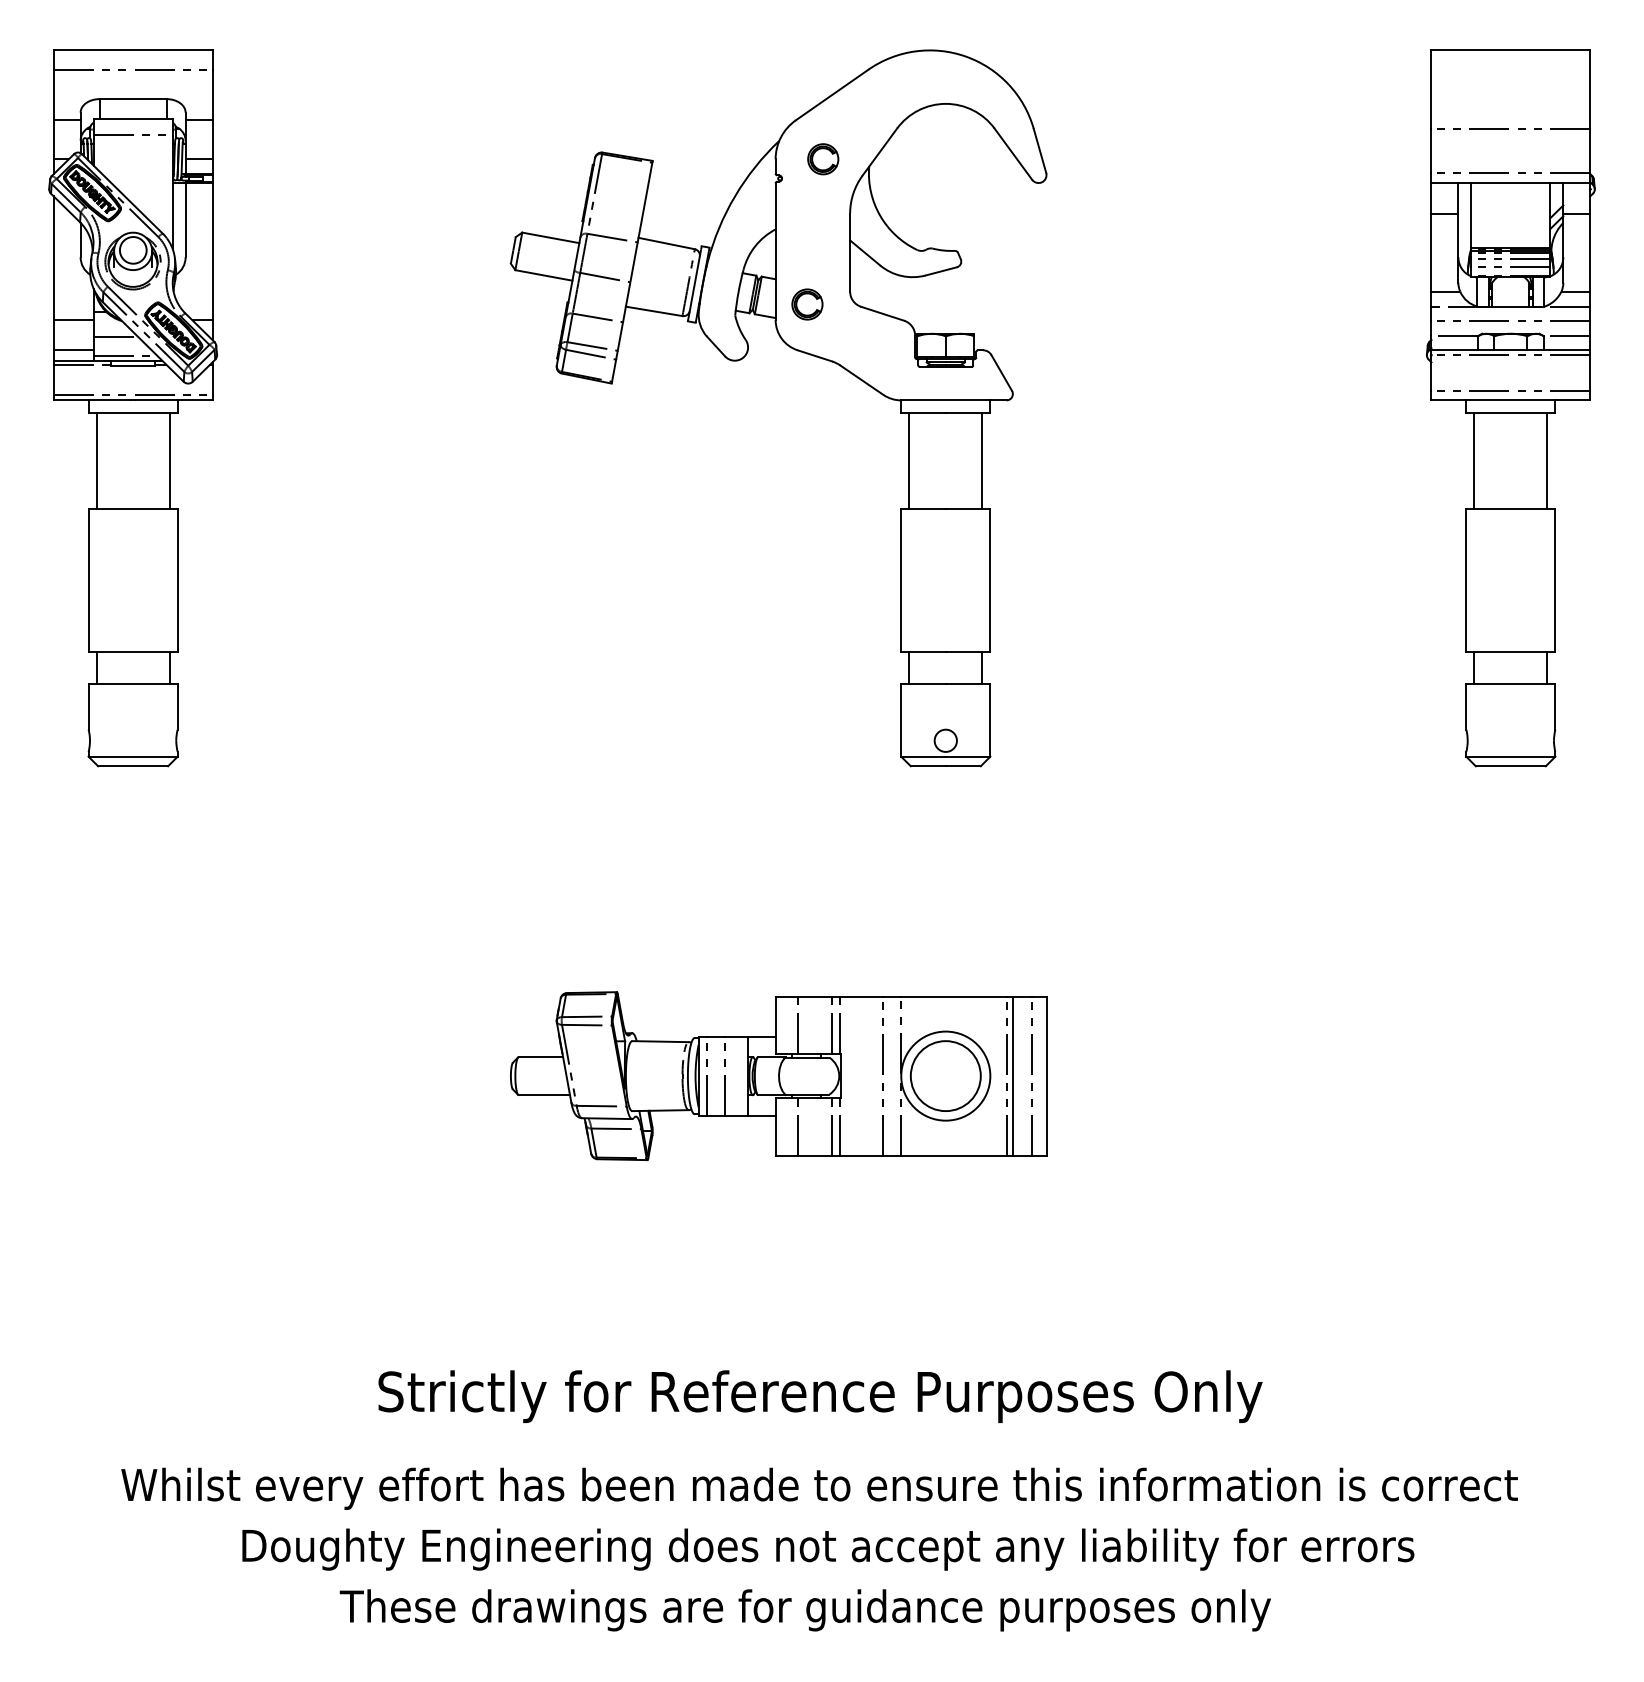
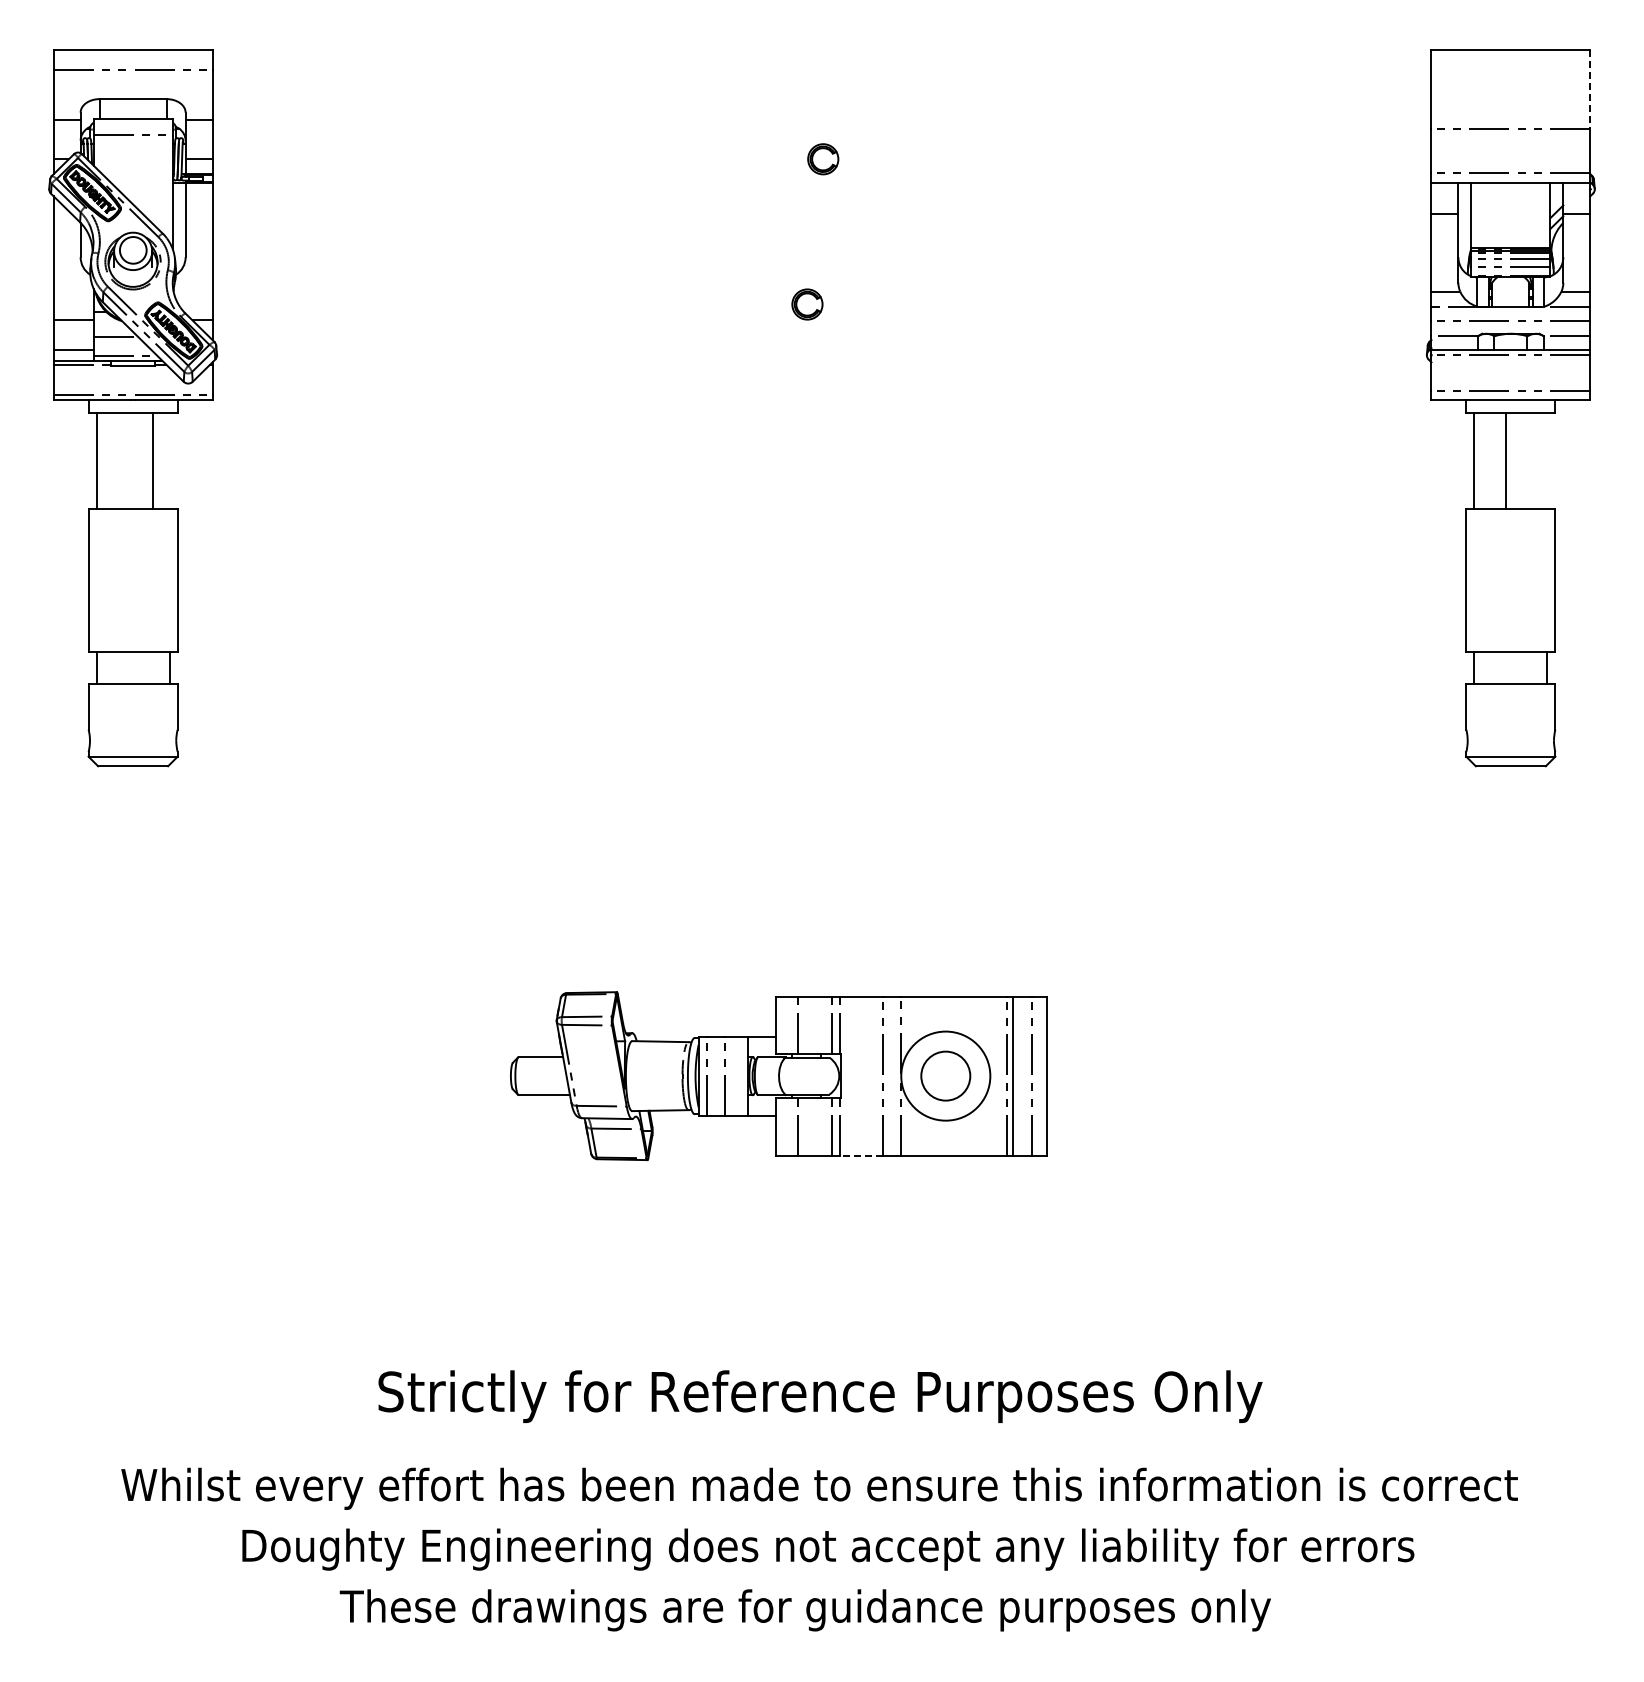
line at (1590, 90): solid -> dashed
part at (797, 351): present -> none
line at (169, 460) position: (169, 460) -> (152, 460)
line at (1547, 460) position: (1547, 460) -> (1506, 460)
circle at (945, 1076) diameter: 70 px -> 49 px
line at (861, 1155): solid -> dashed
